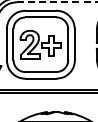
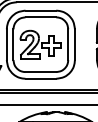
line at (57, 2): dashed -> solid
line at (48, 105): none -> present
